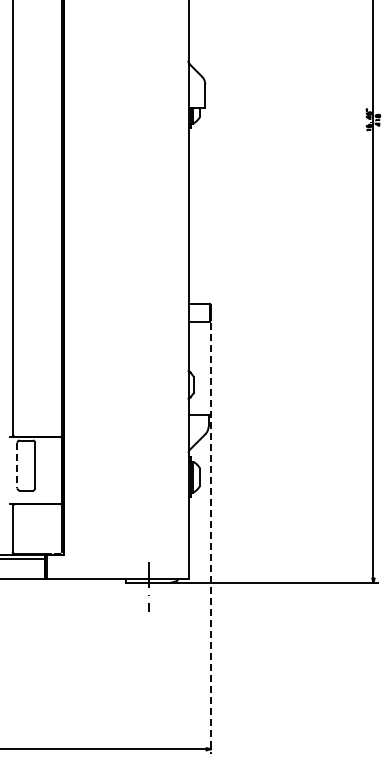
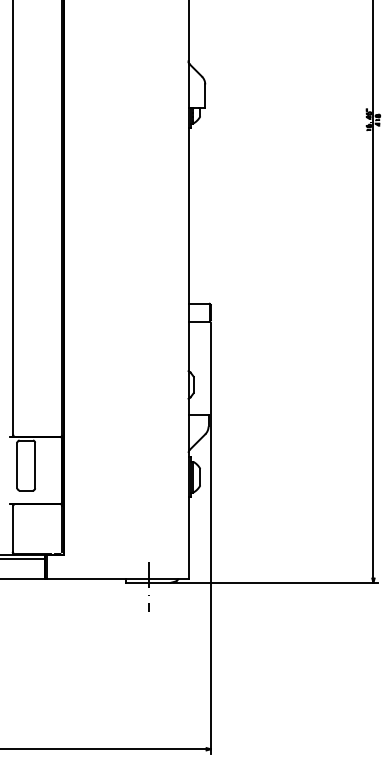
line at (17, 465): dashed -> solid
line at (210, 538): dashed -> solid
